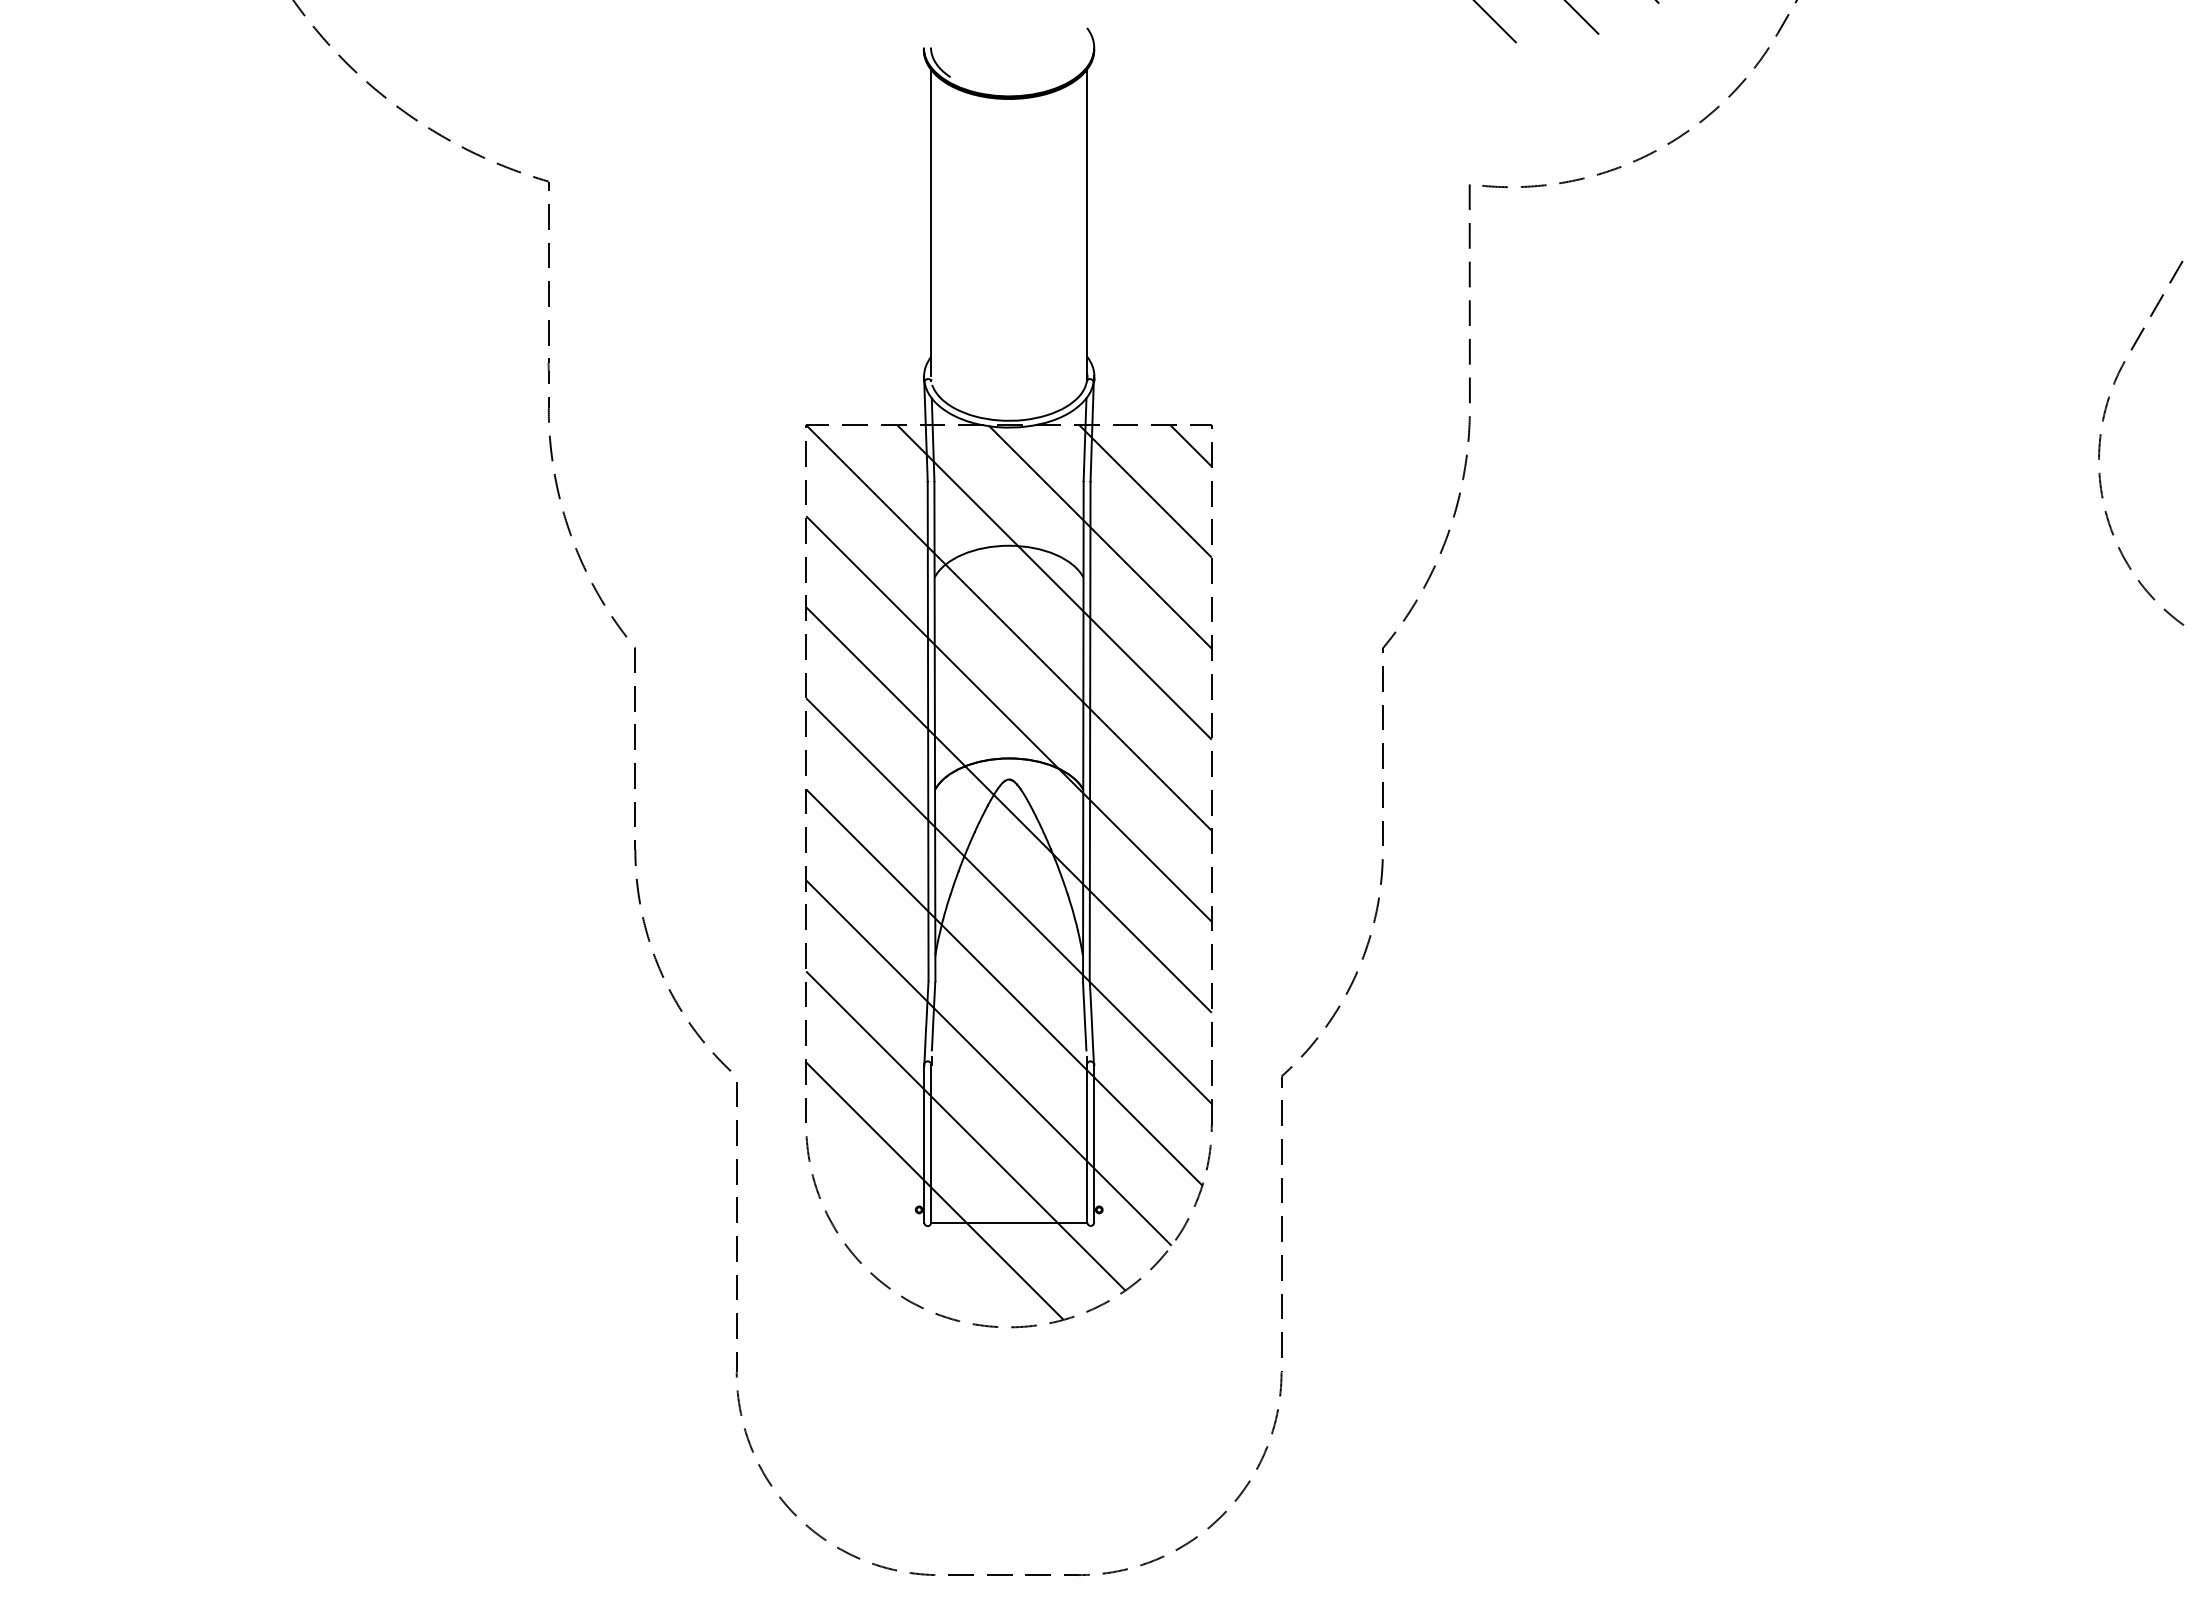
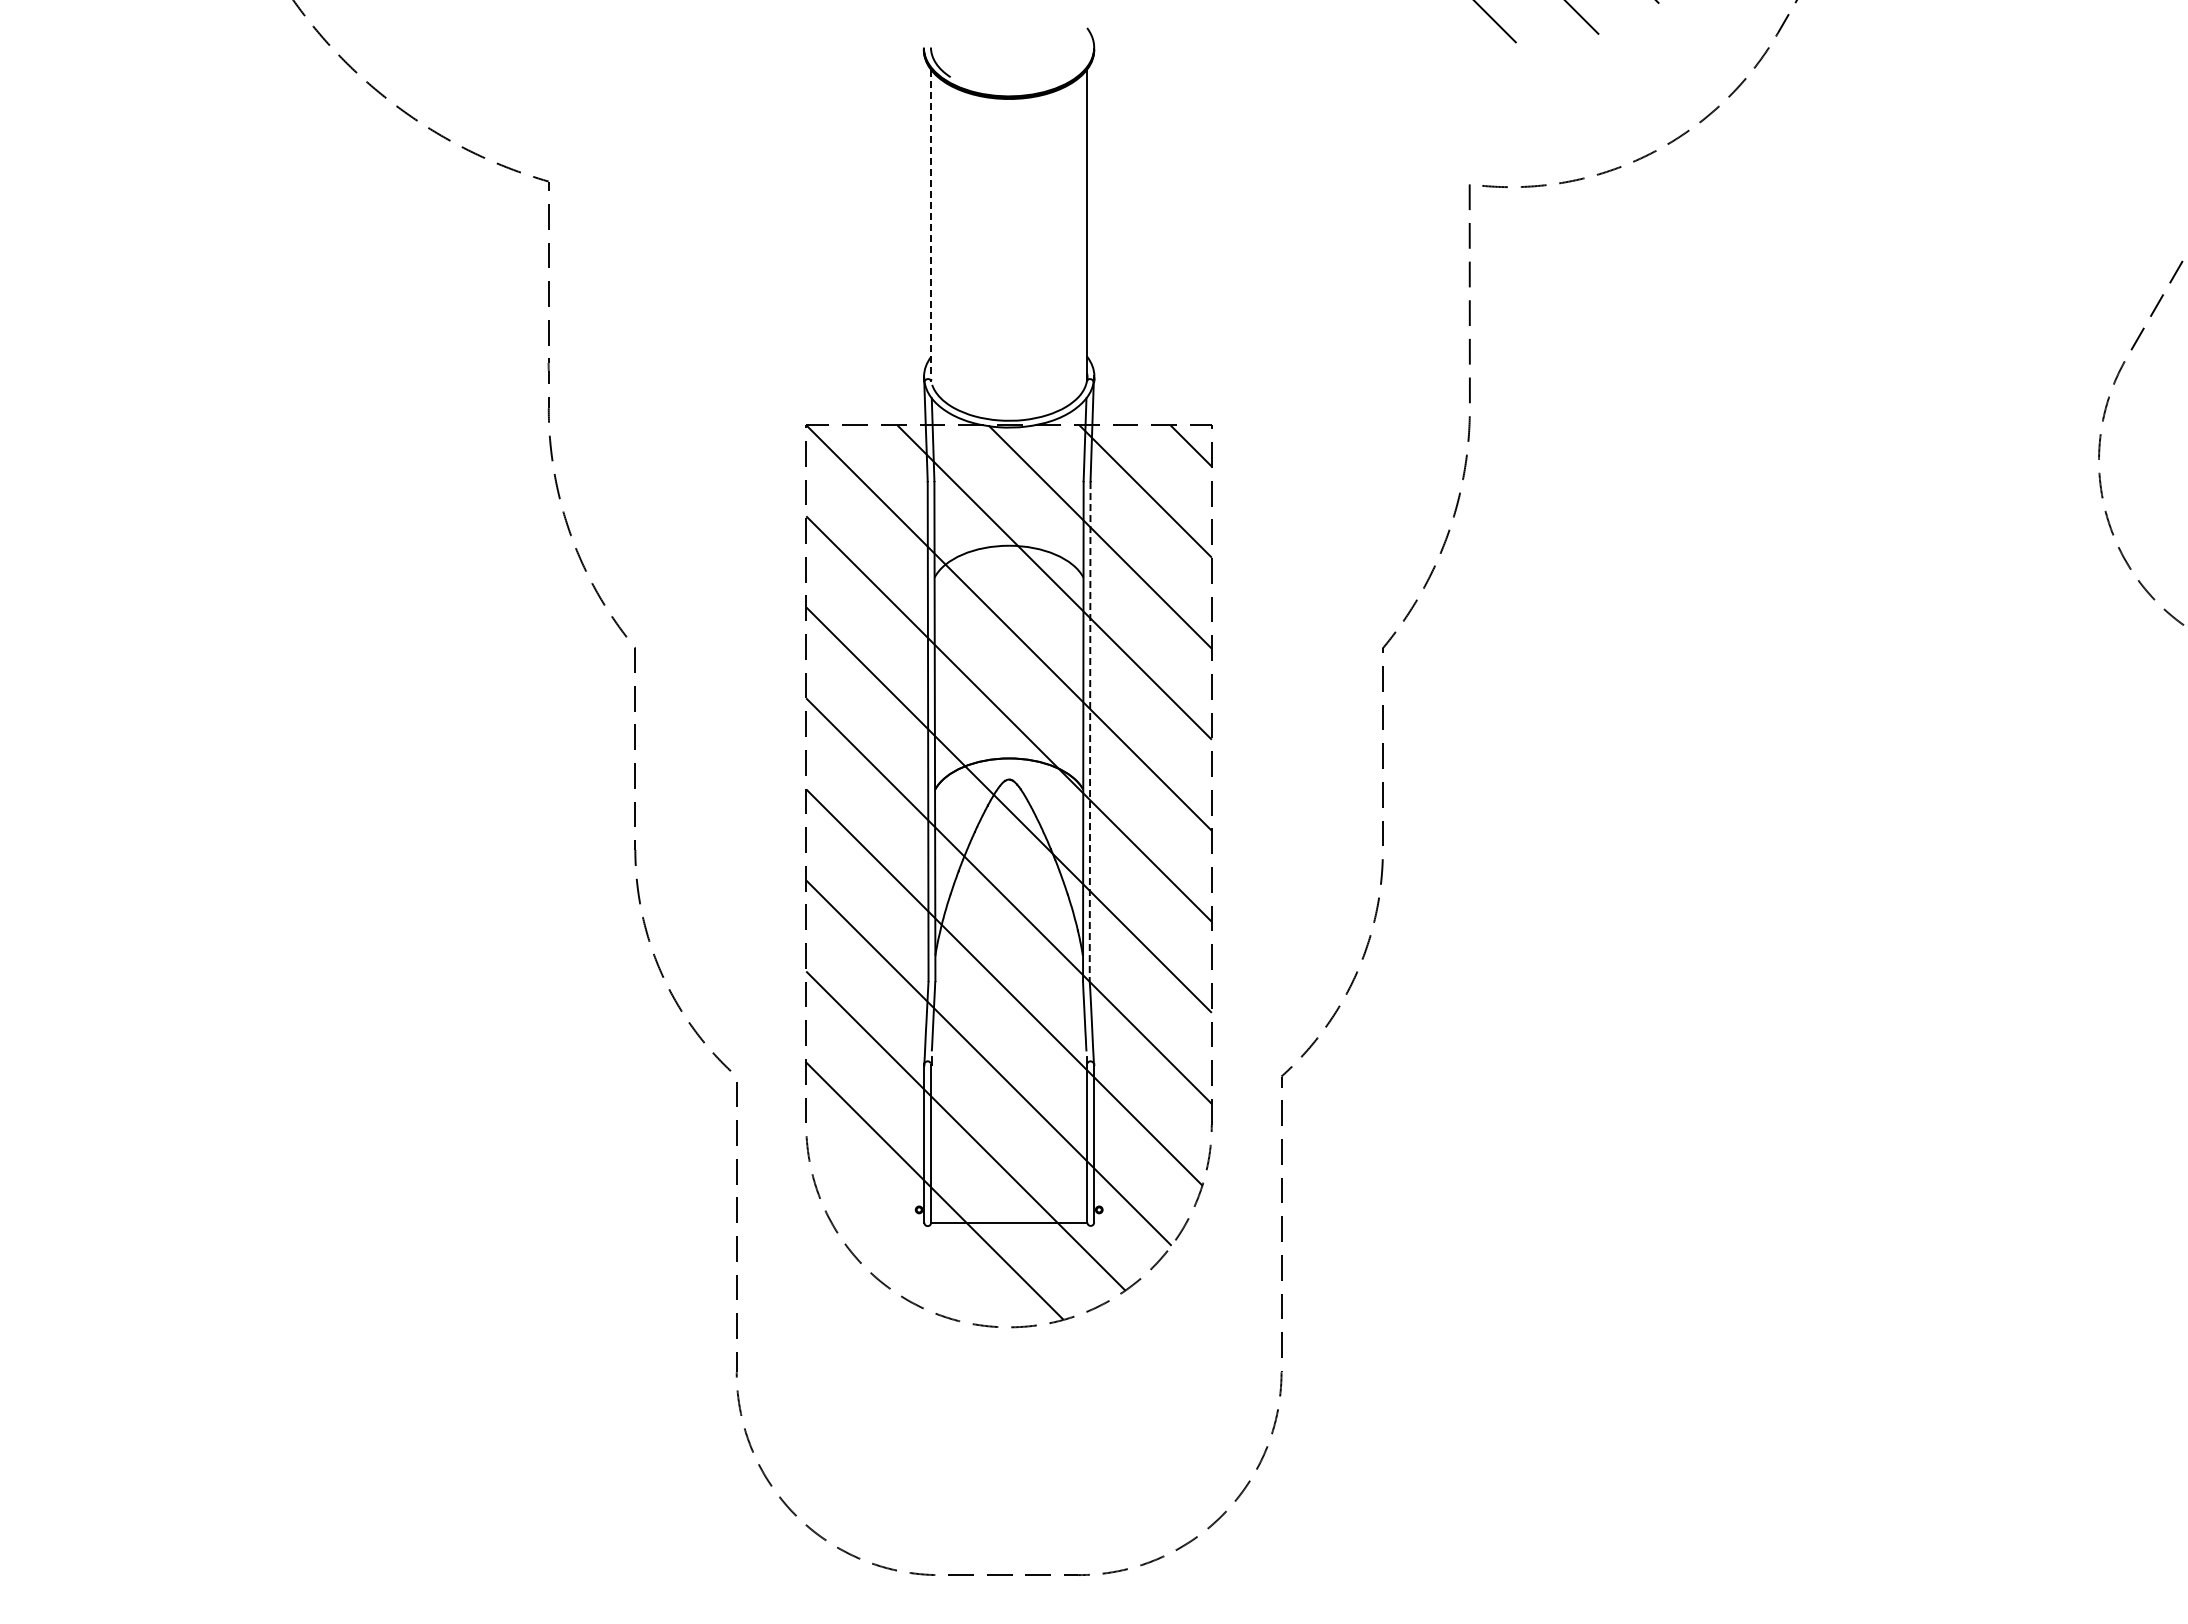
line at (930, 223): solid -> dashed
line at (1090, 732): solid -> dashed
